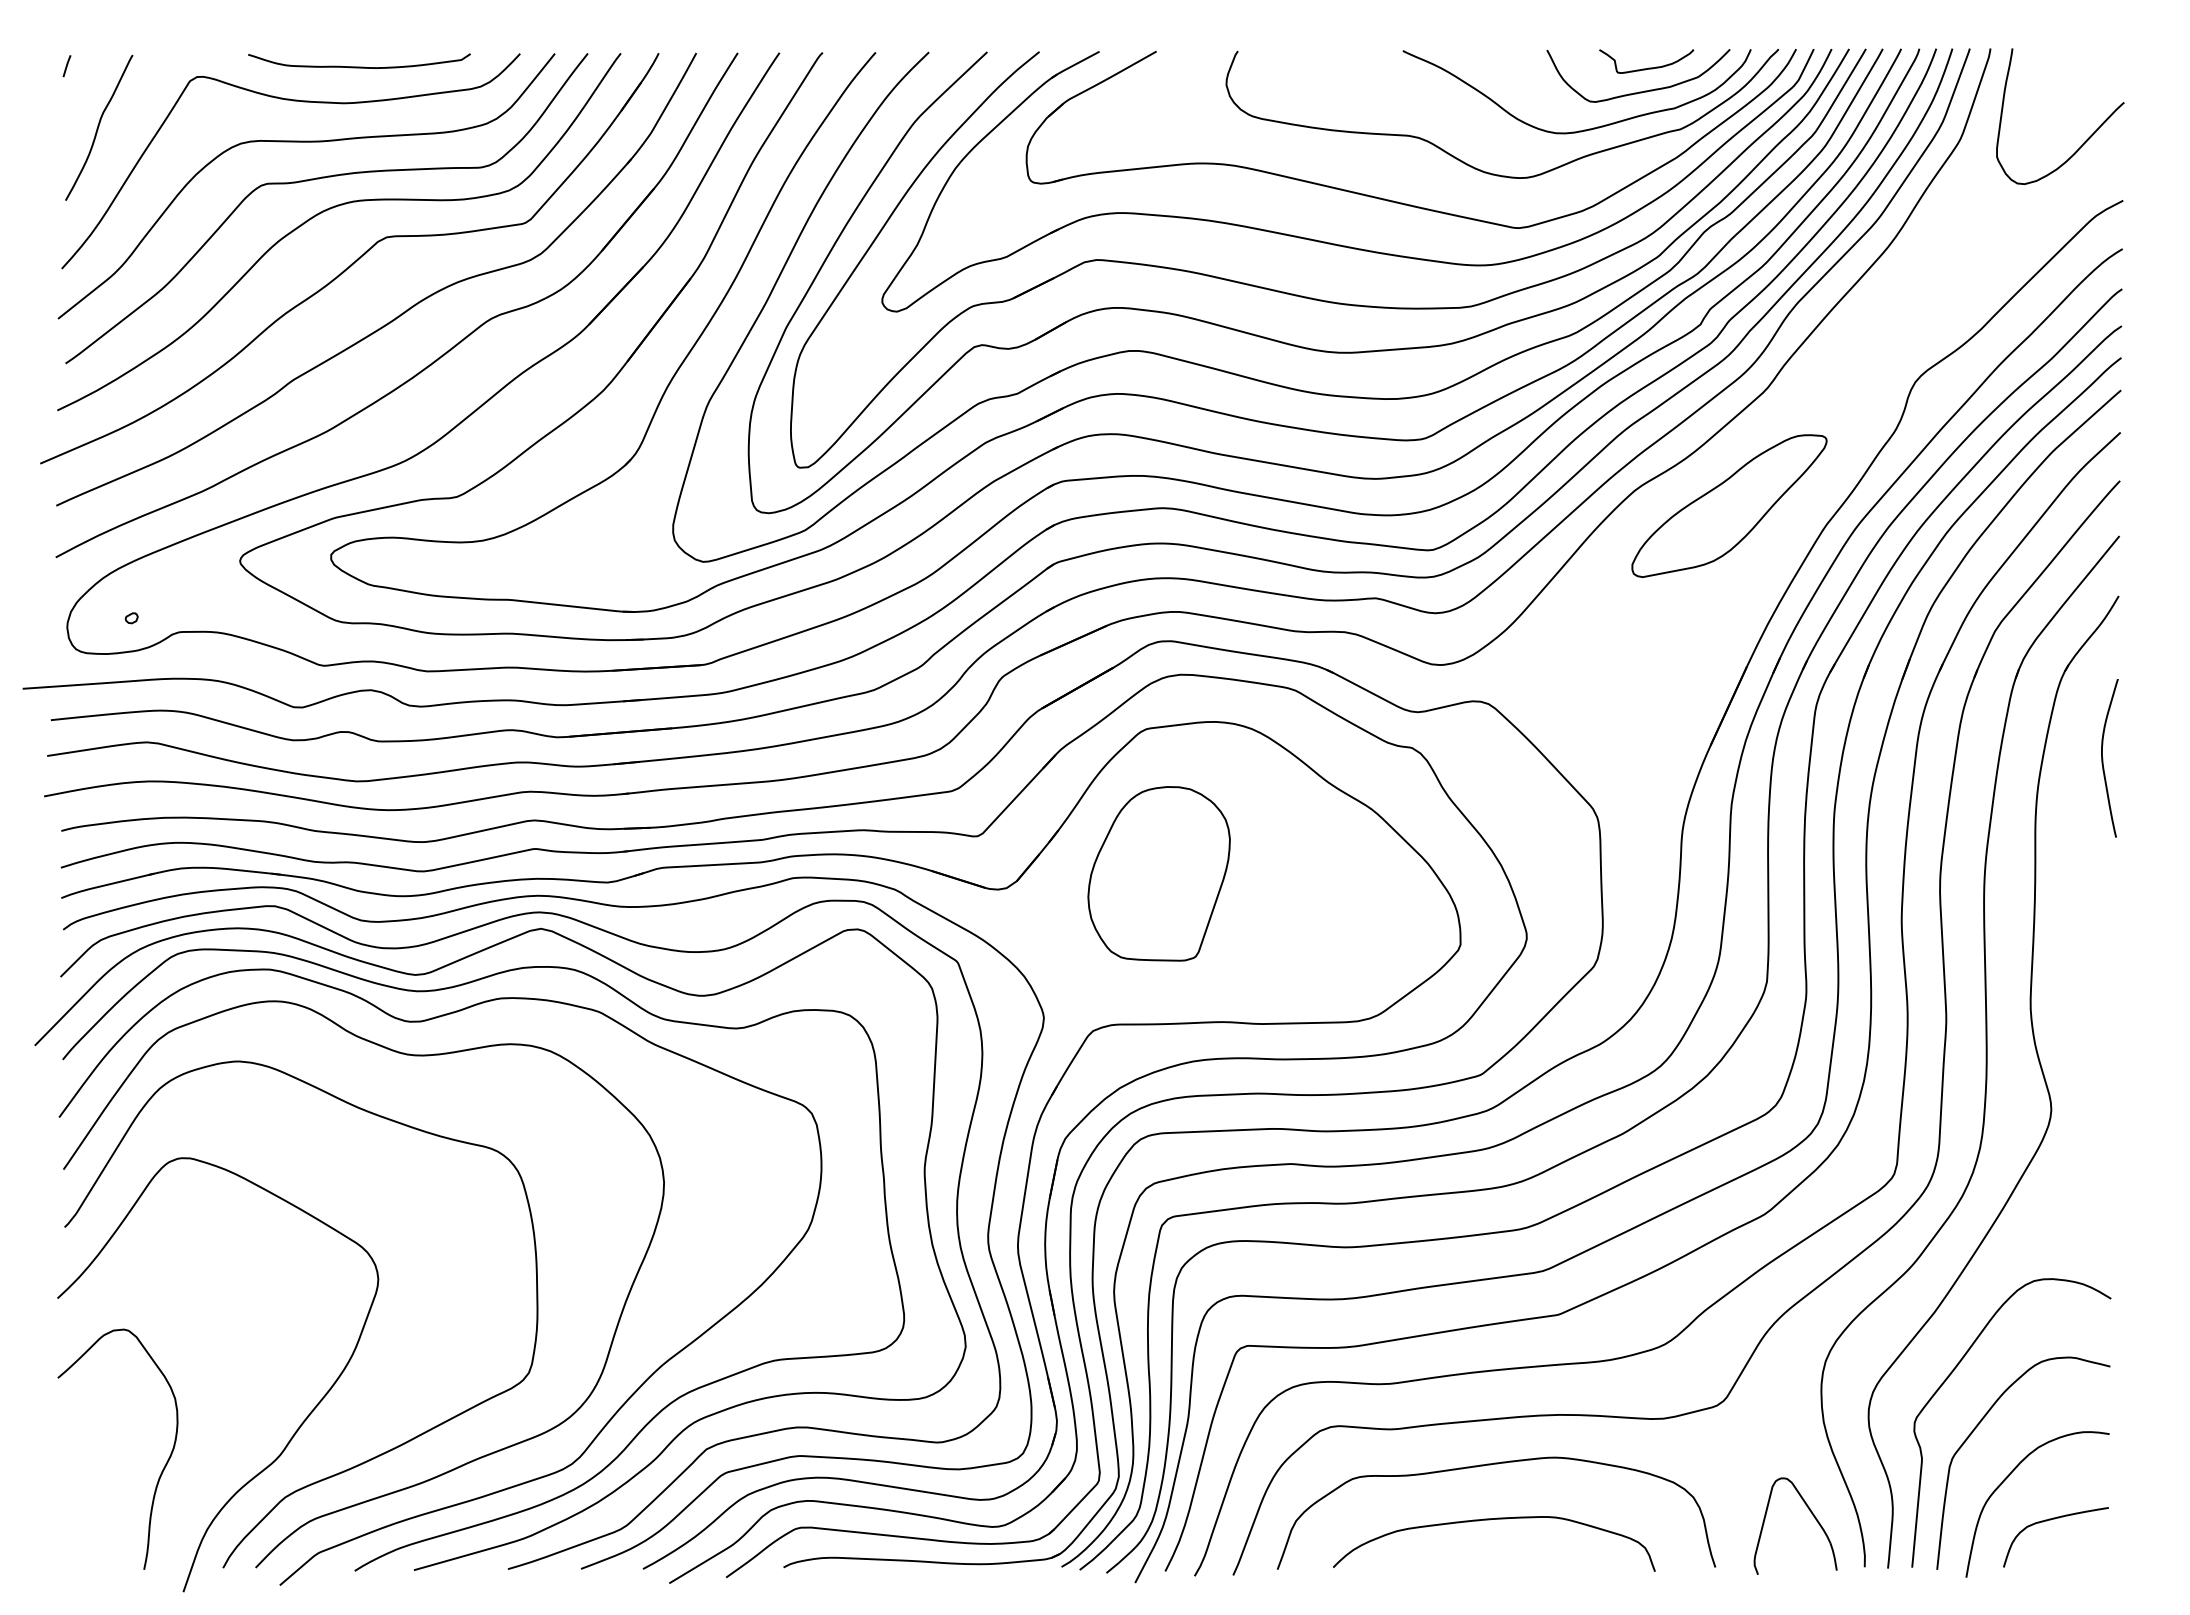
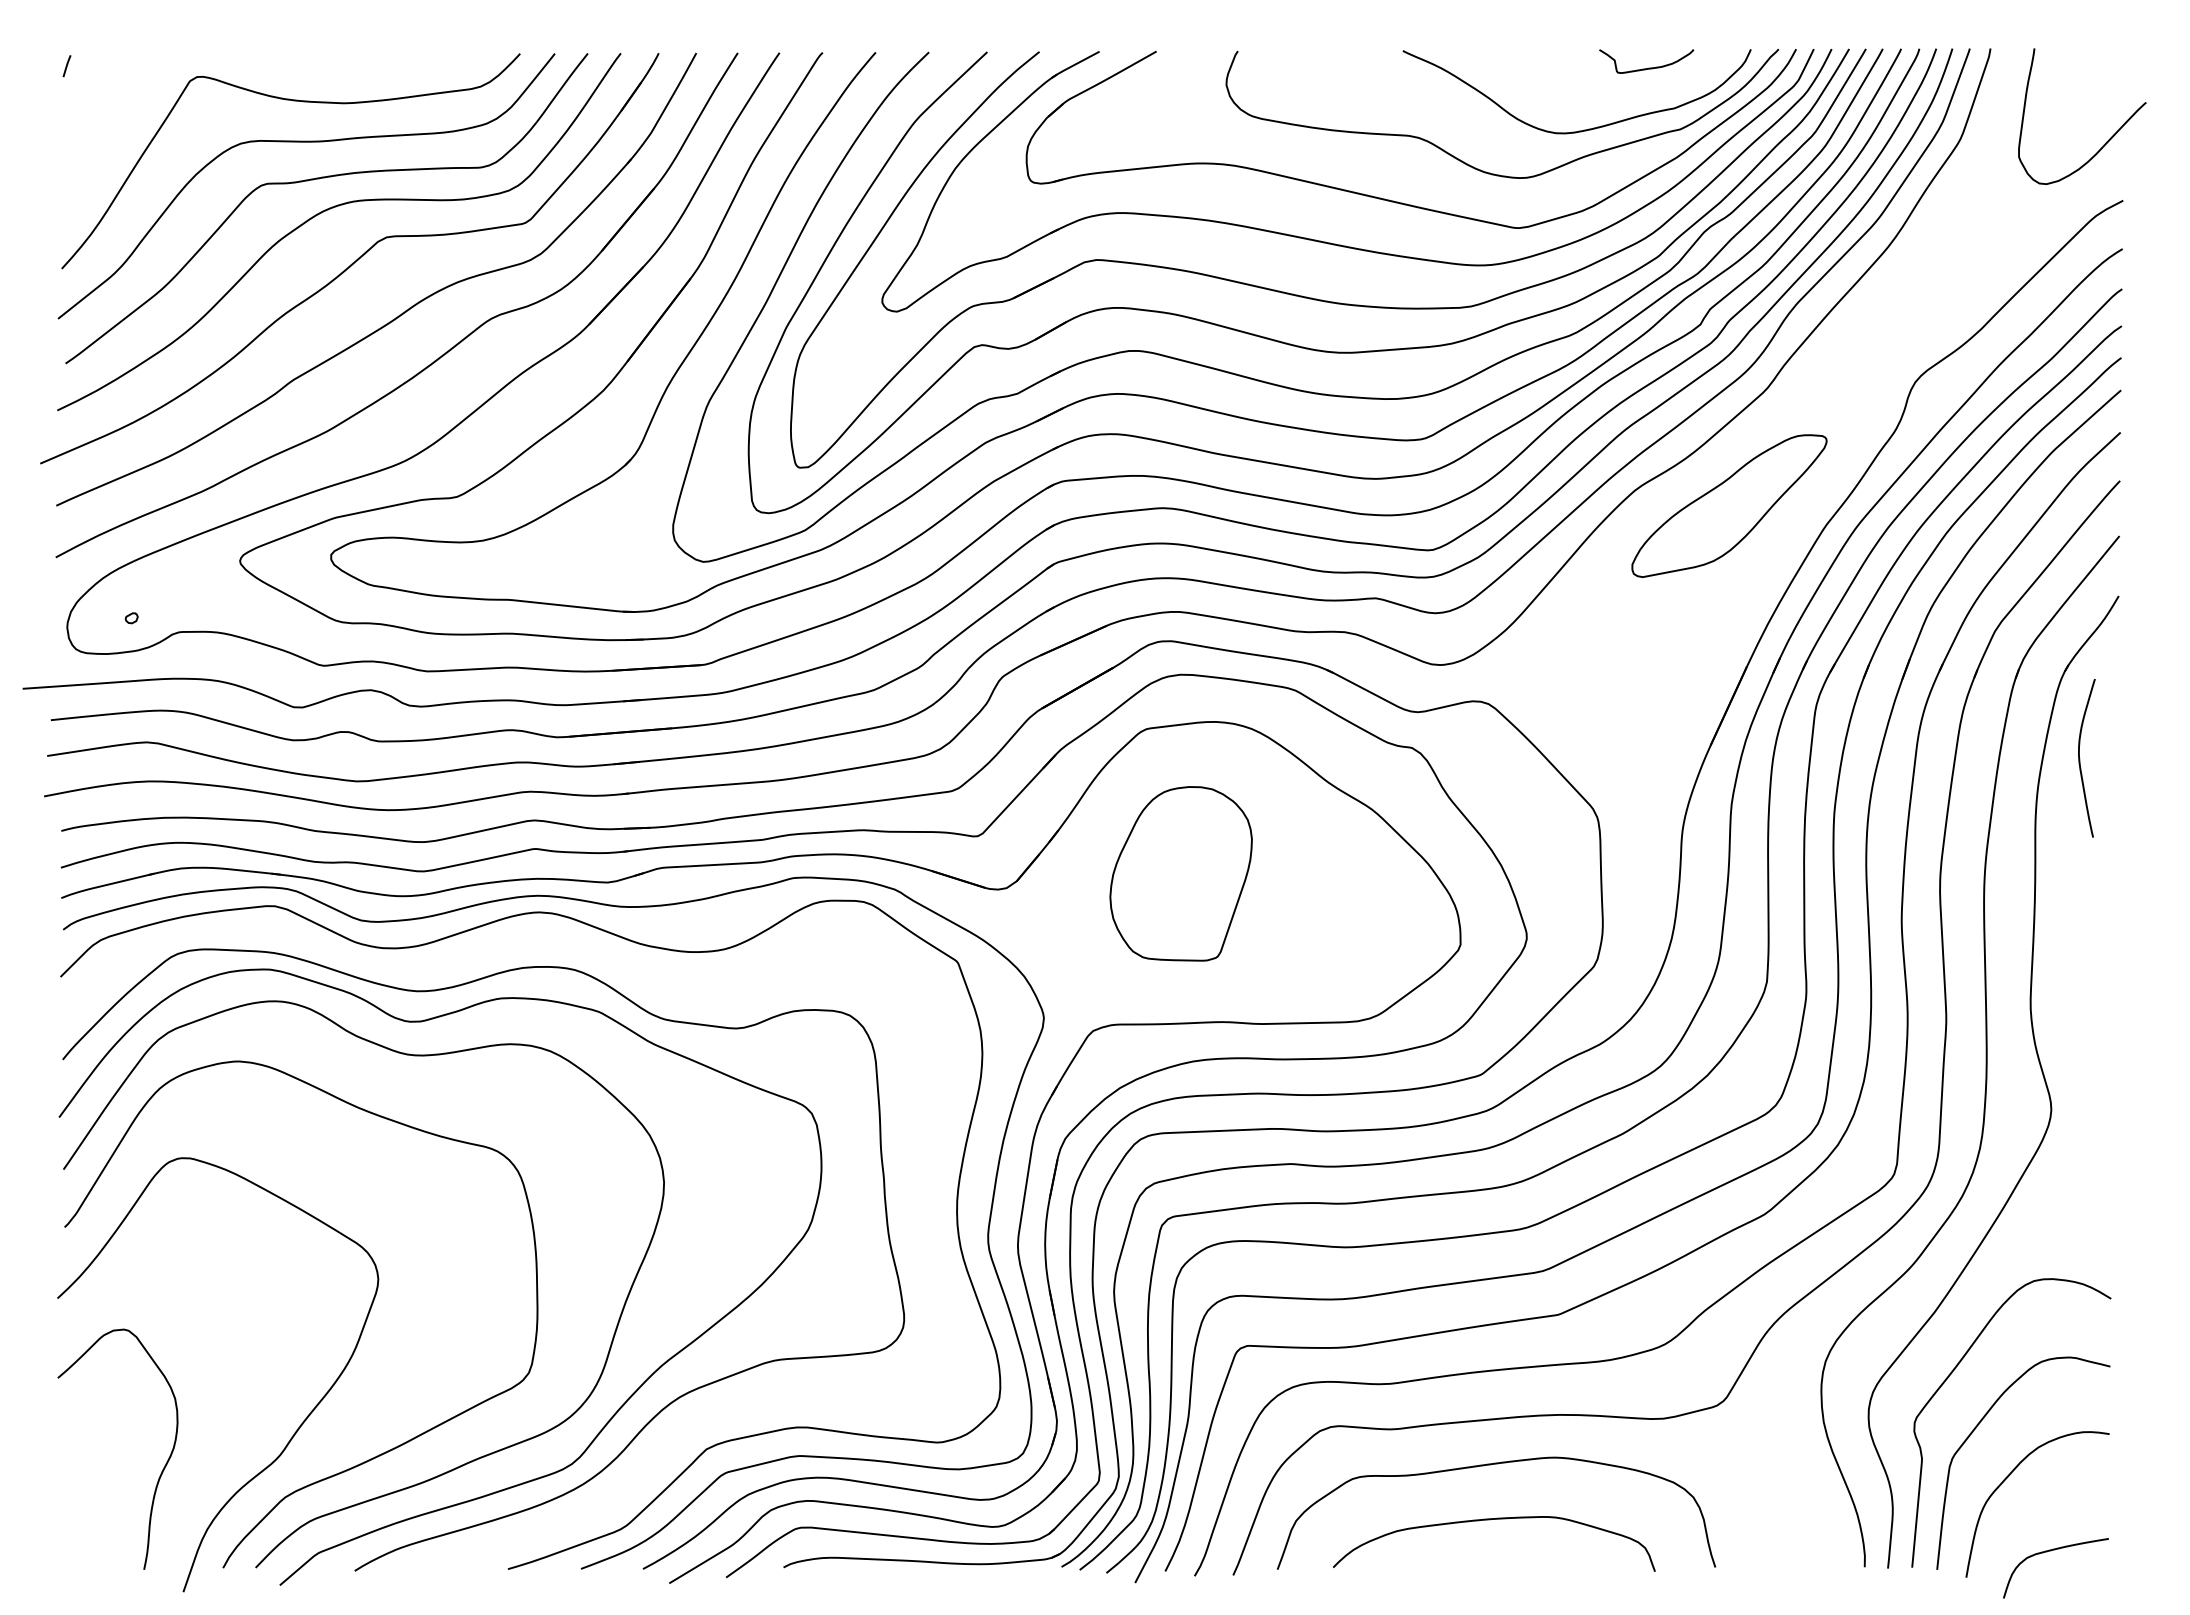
curve at (359, 66): present -> none
curve at (1639, 91): present -> none
curve at (99, 126): present -> none
curve at (2085, 140) position: (2085, 140) -> (2107, 140)
curve at (2103, 758) position: (2103, 758) -> (2080, 758)
part at (1158, 873) position: (1158, 873) -> (1180, 873)
curve at (681, 1430): present -> none
part at (1812, 1515): present -> none
curve at (2051, 1520) position: (2051, 1520) -> (2051, 1551)
